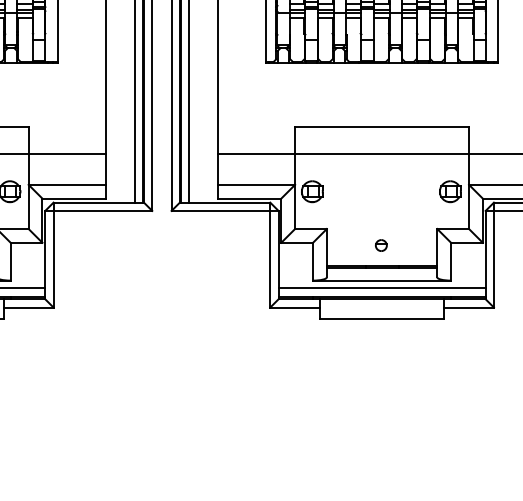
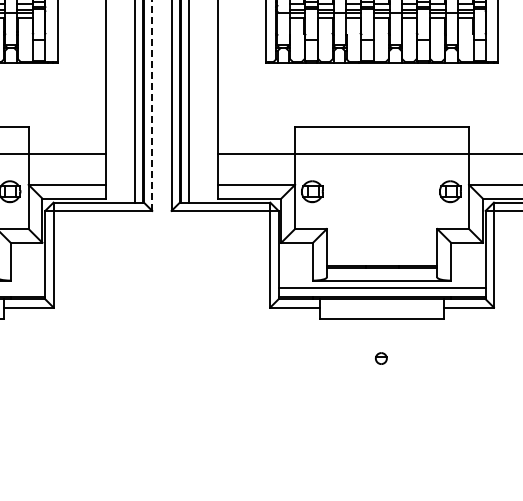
line at (152, 106): solid -> dashed
part at (381, 245) position: (381, 245) -> (381, 358)
line at (23, 288): present -> none
